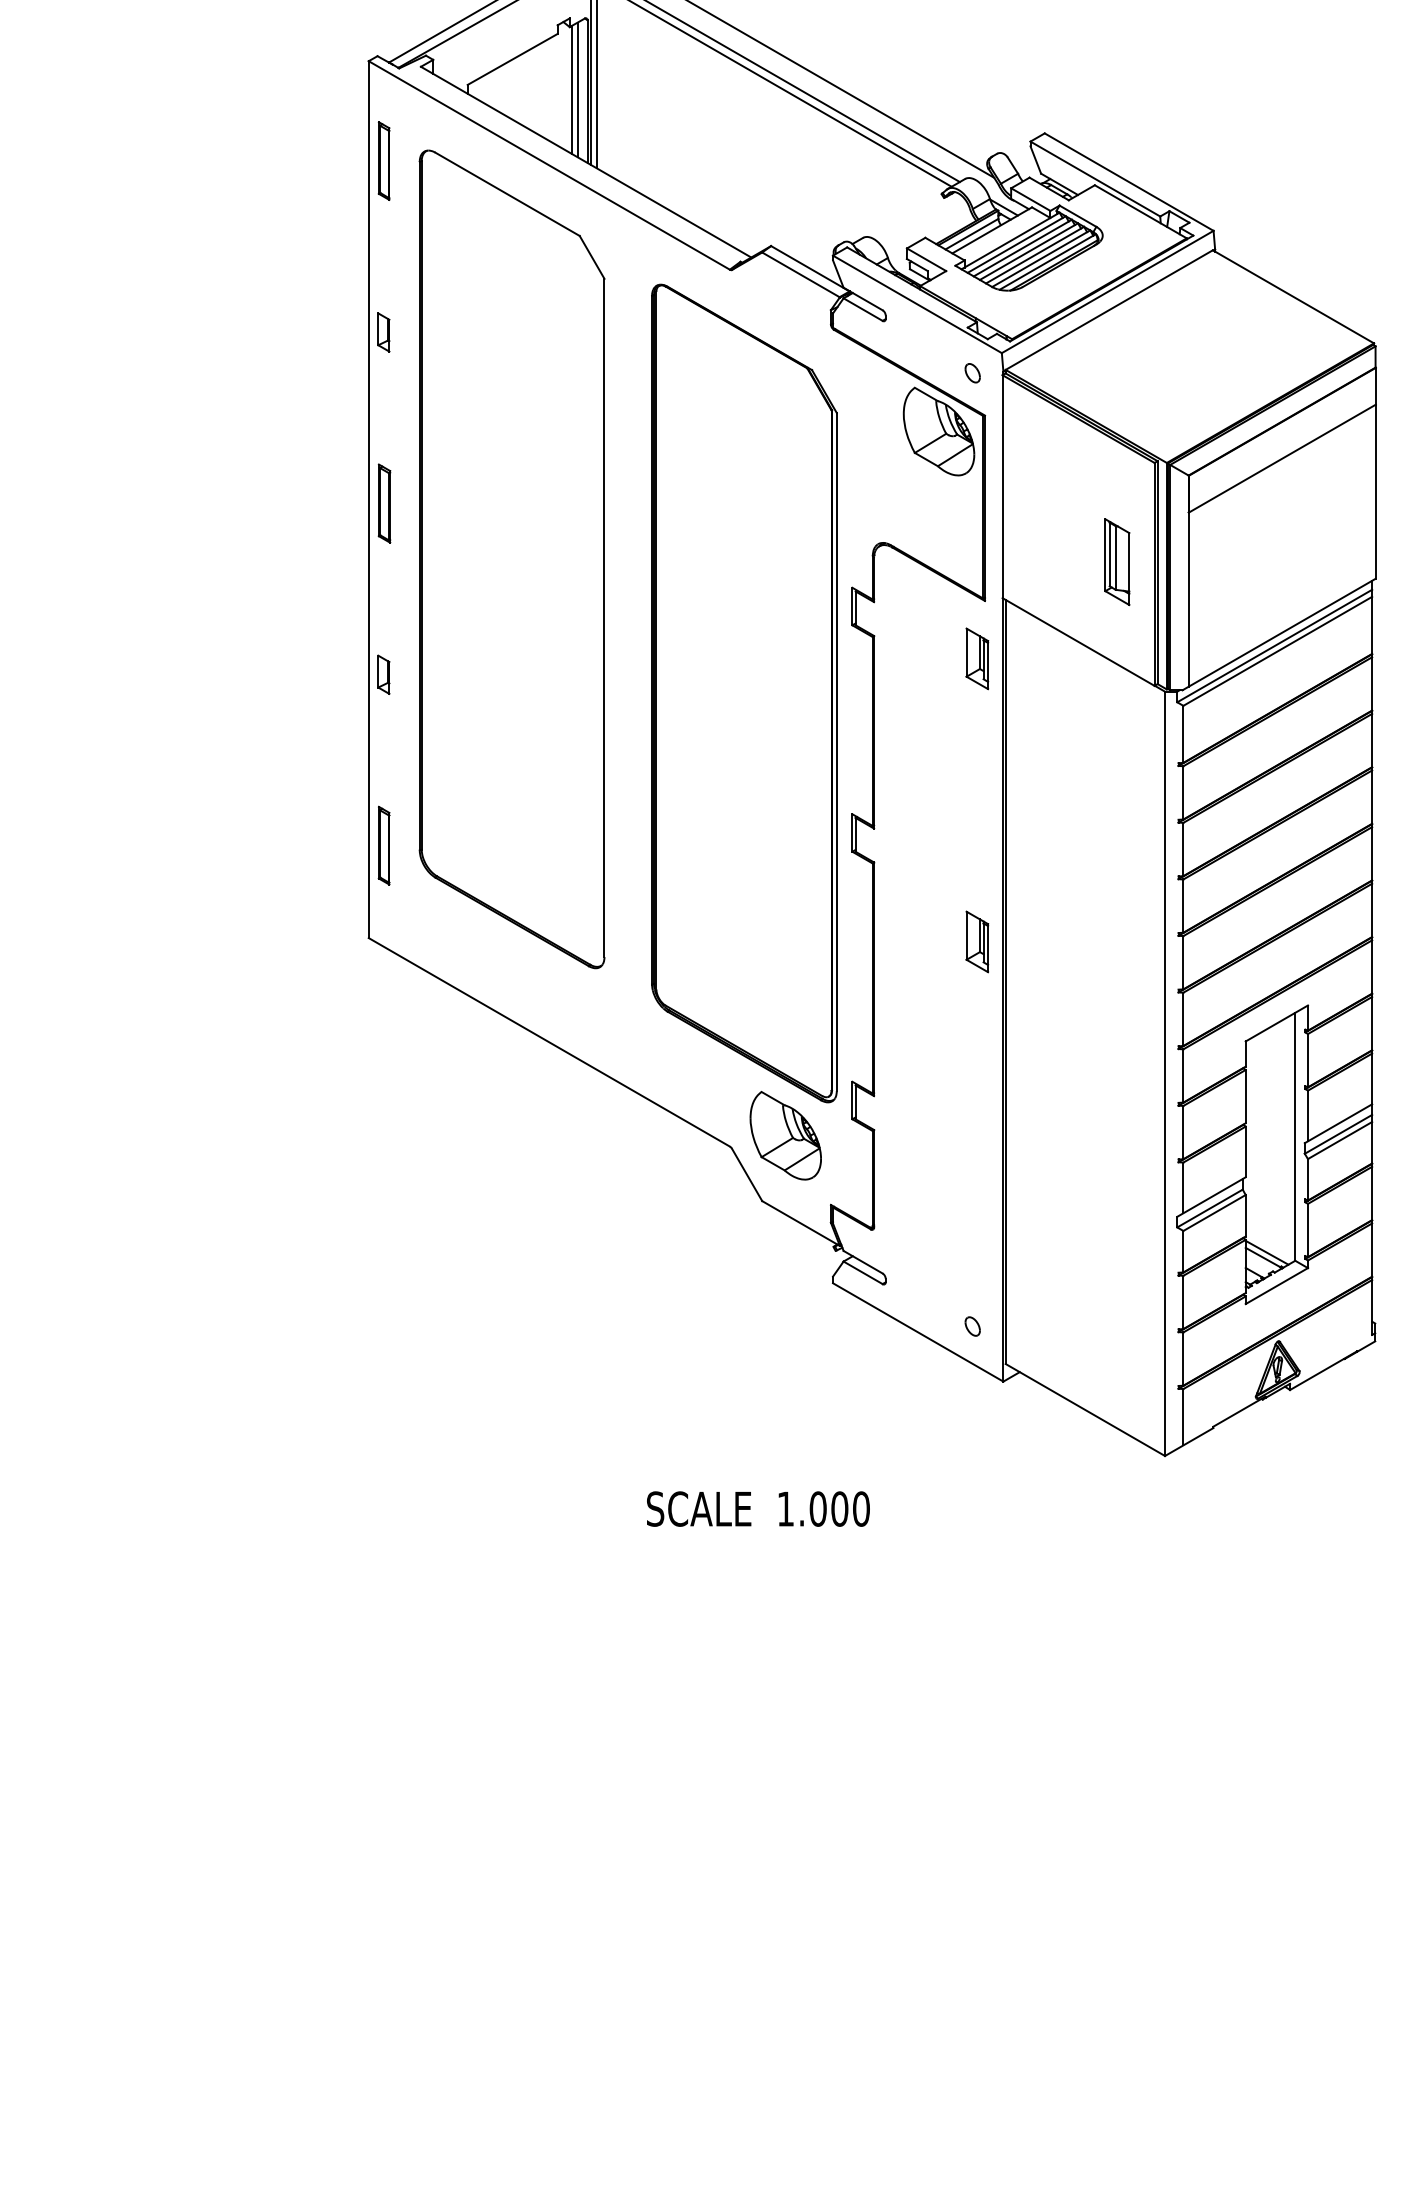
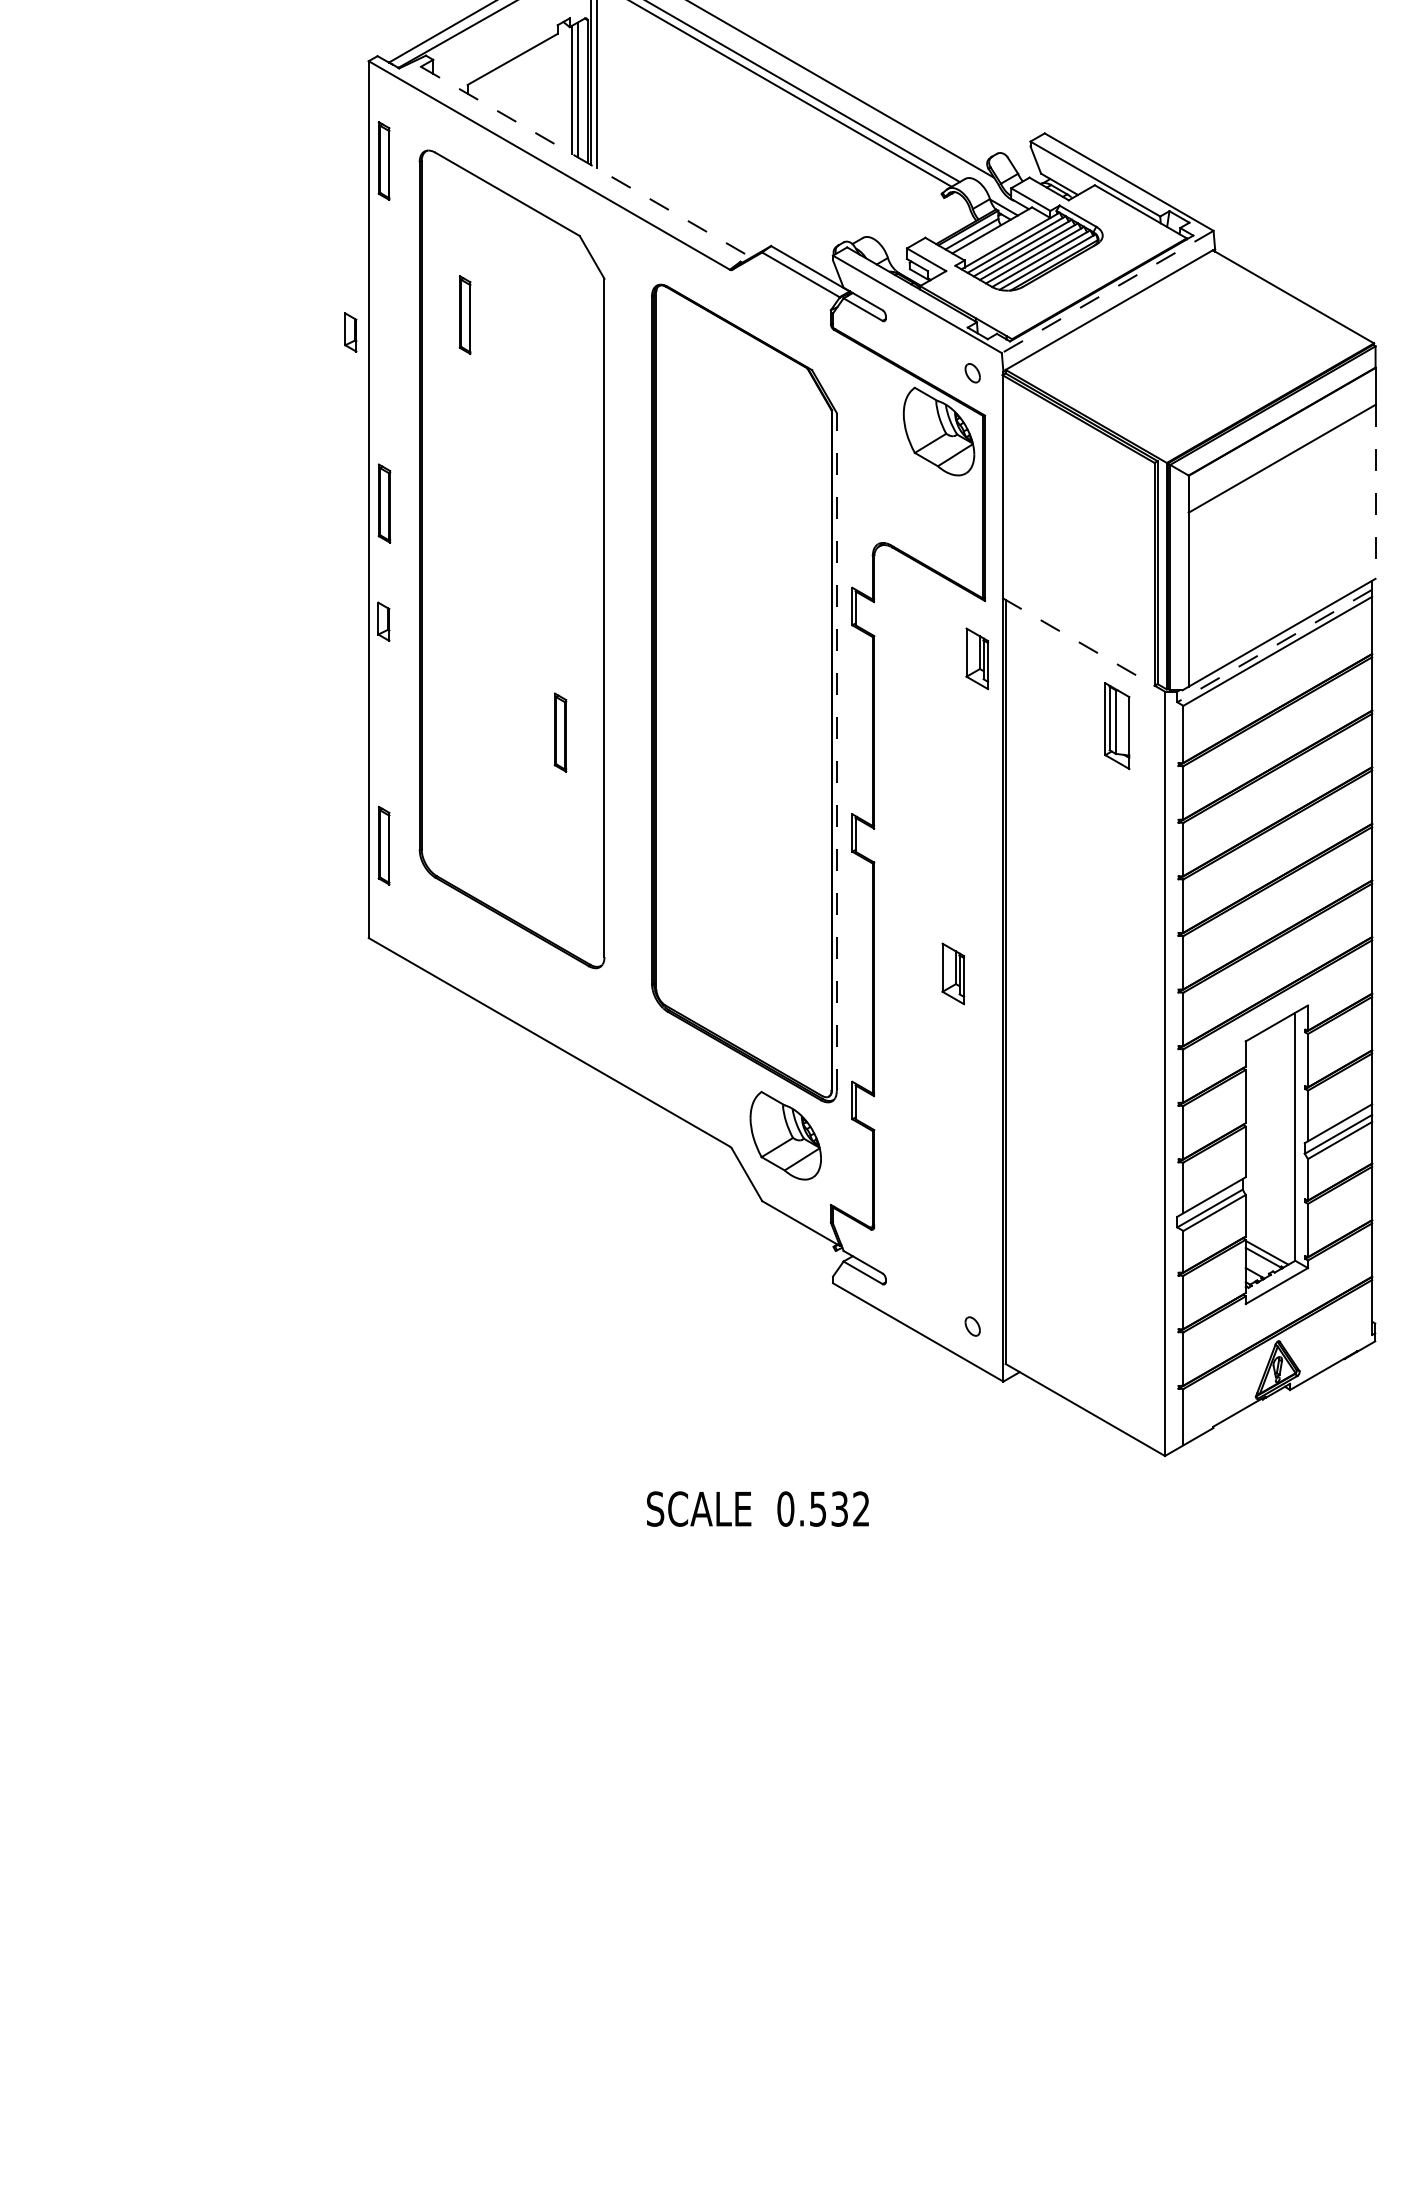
line at (586, 162): solid -> dashed
line at (1107, 292): solid -> dashed
part at (464, 314): none -> present
part at (383, 332) position: (383, 332) -> (350, 332)
line at (1375, 492): solid -> dashed
part at (1117, 562) position: (1117, 562) -> (1117, 726)
line at (1078, 642): solid -> dashed
line at (1274, 646): solid -> dashed
part at (383, 674) position: (383, 674) -> (383, 621)
part at (560, 732): none -> present
line at (836, 751): solid -> dashed
part at (977, 941) position: (977, 941) -> (953, 973)
text at (823, 1508): 1.000 -> 0.532
